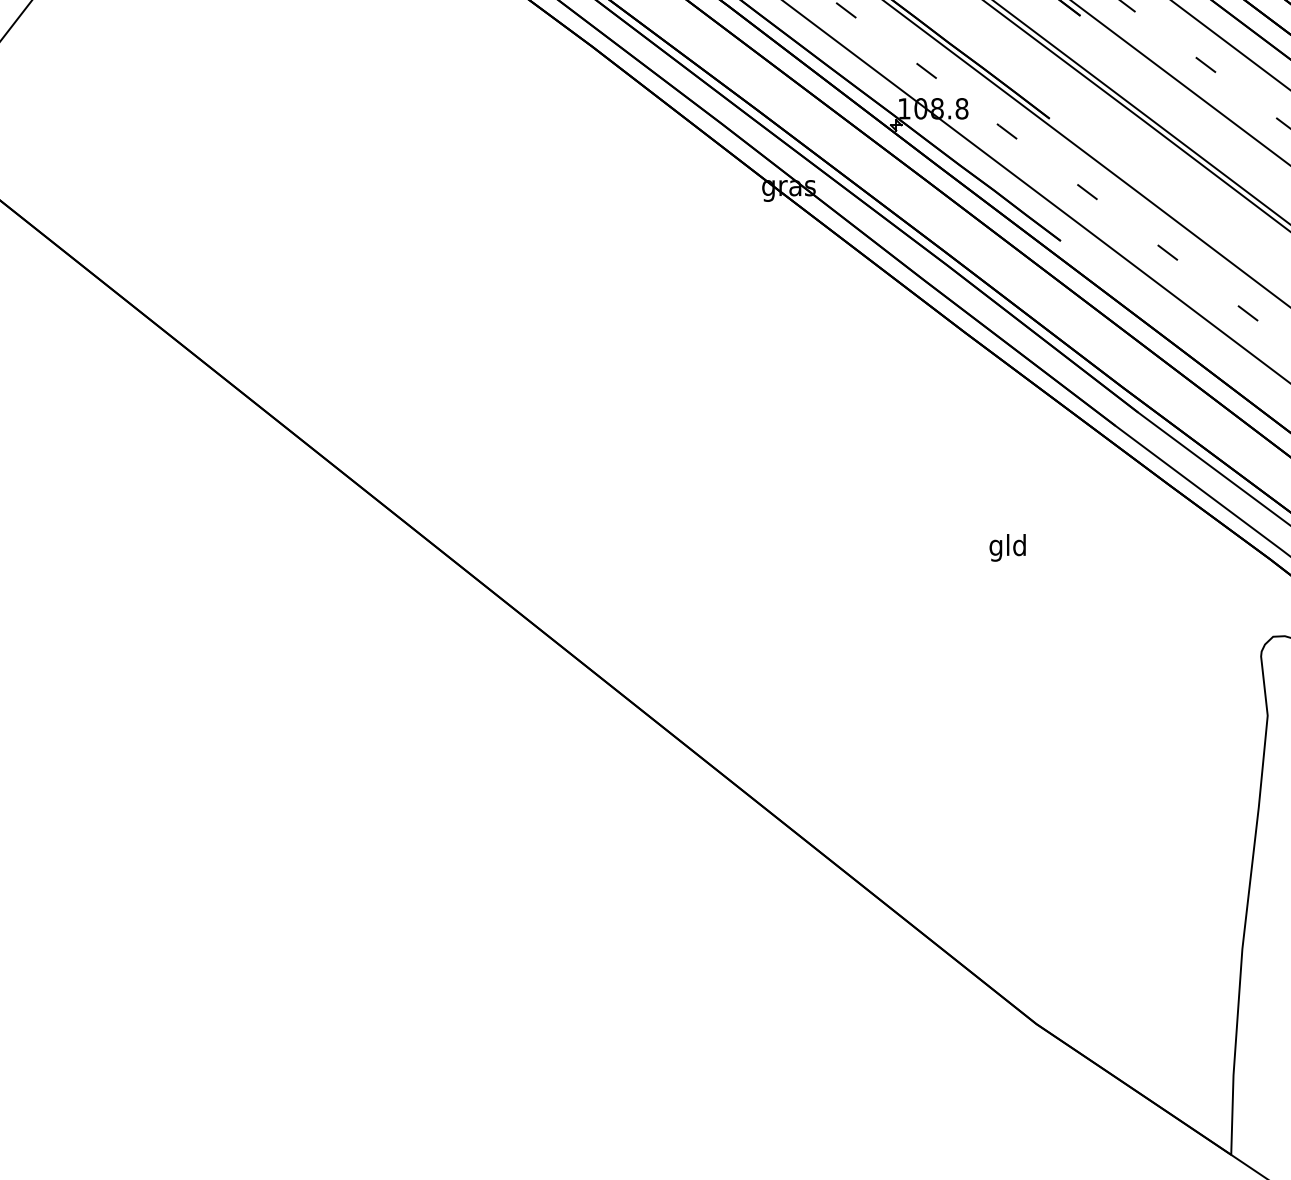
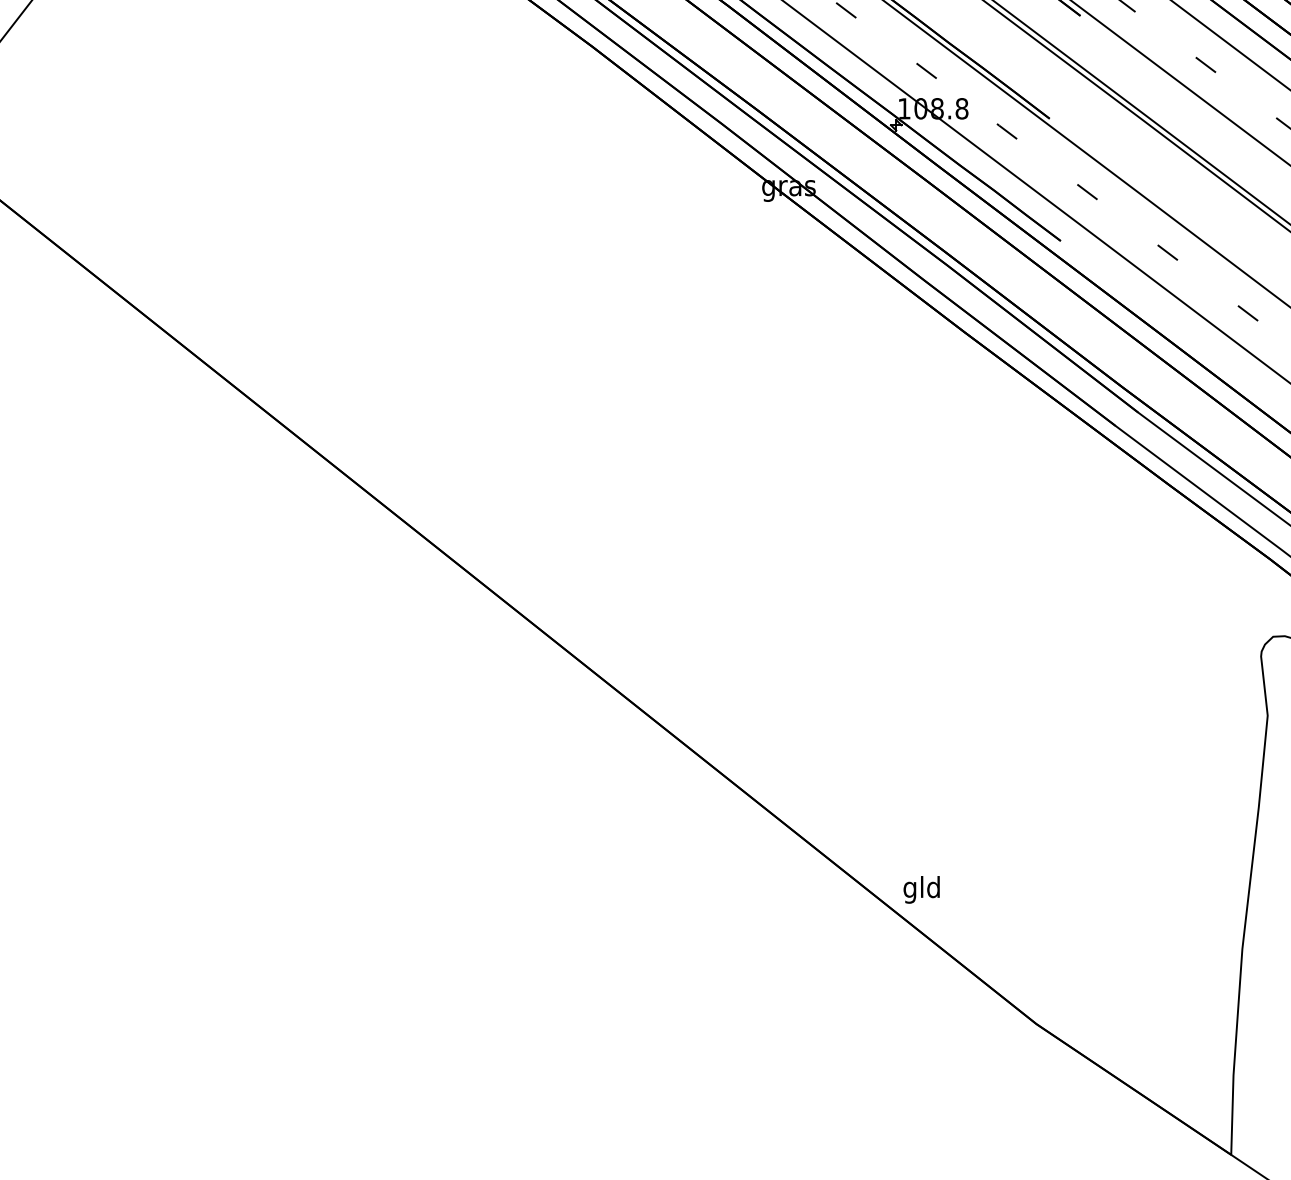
text at (1007, 547) position: (1007, 547) -> (921, 889)
